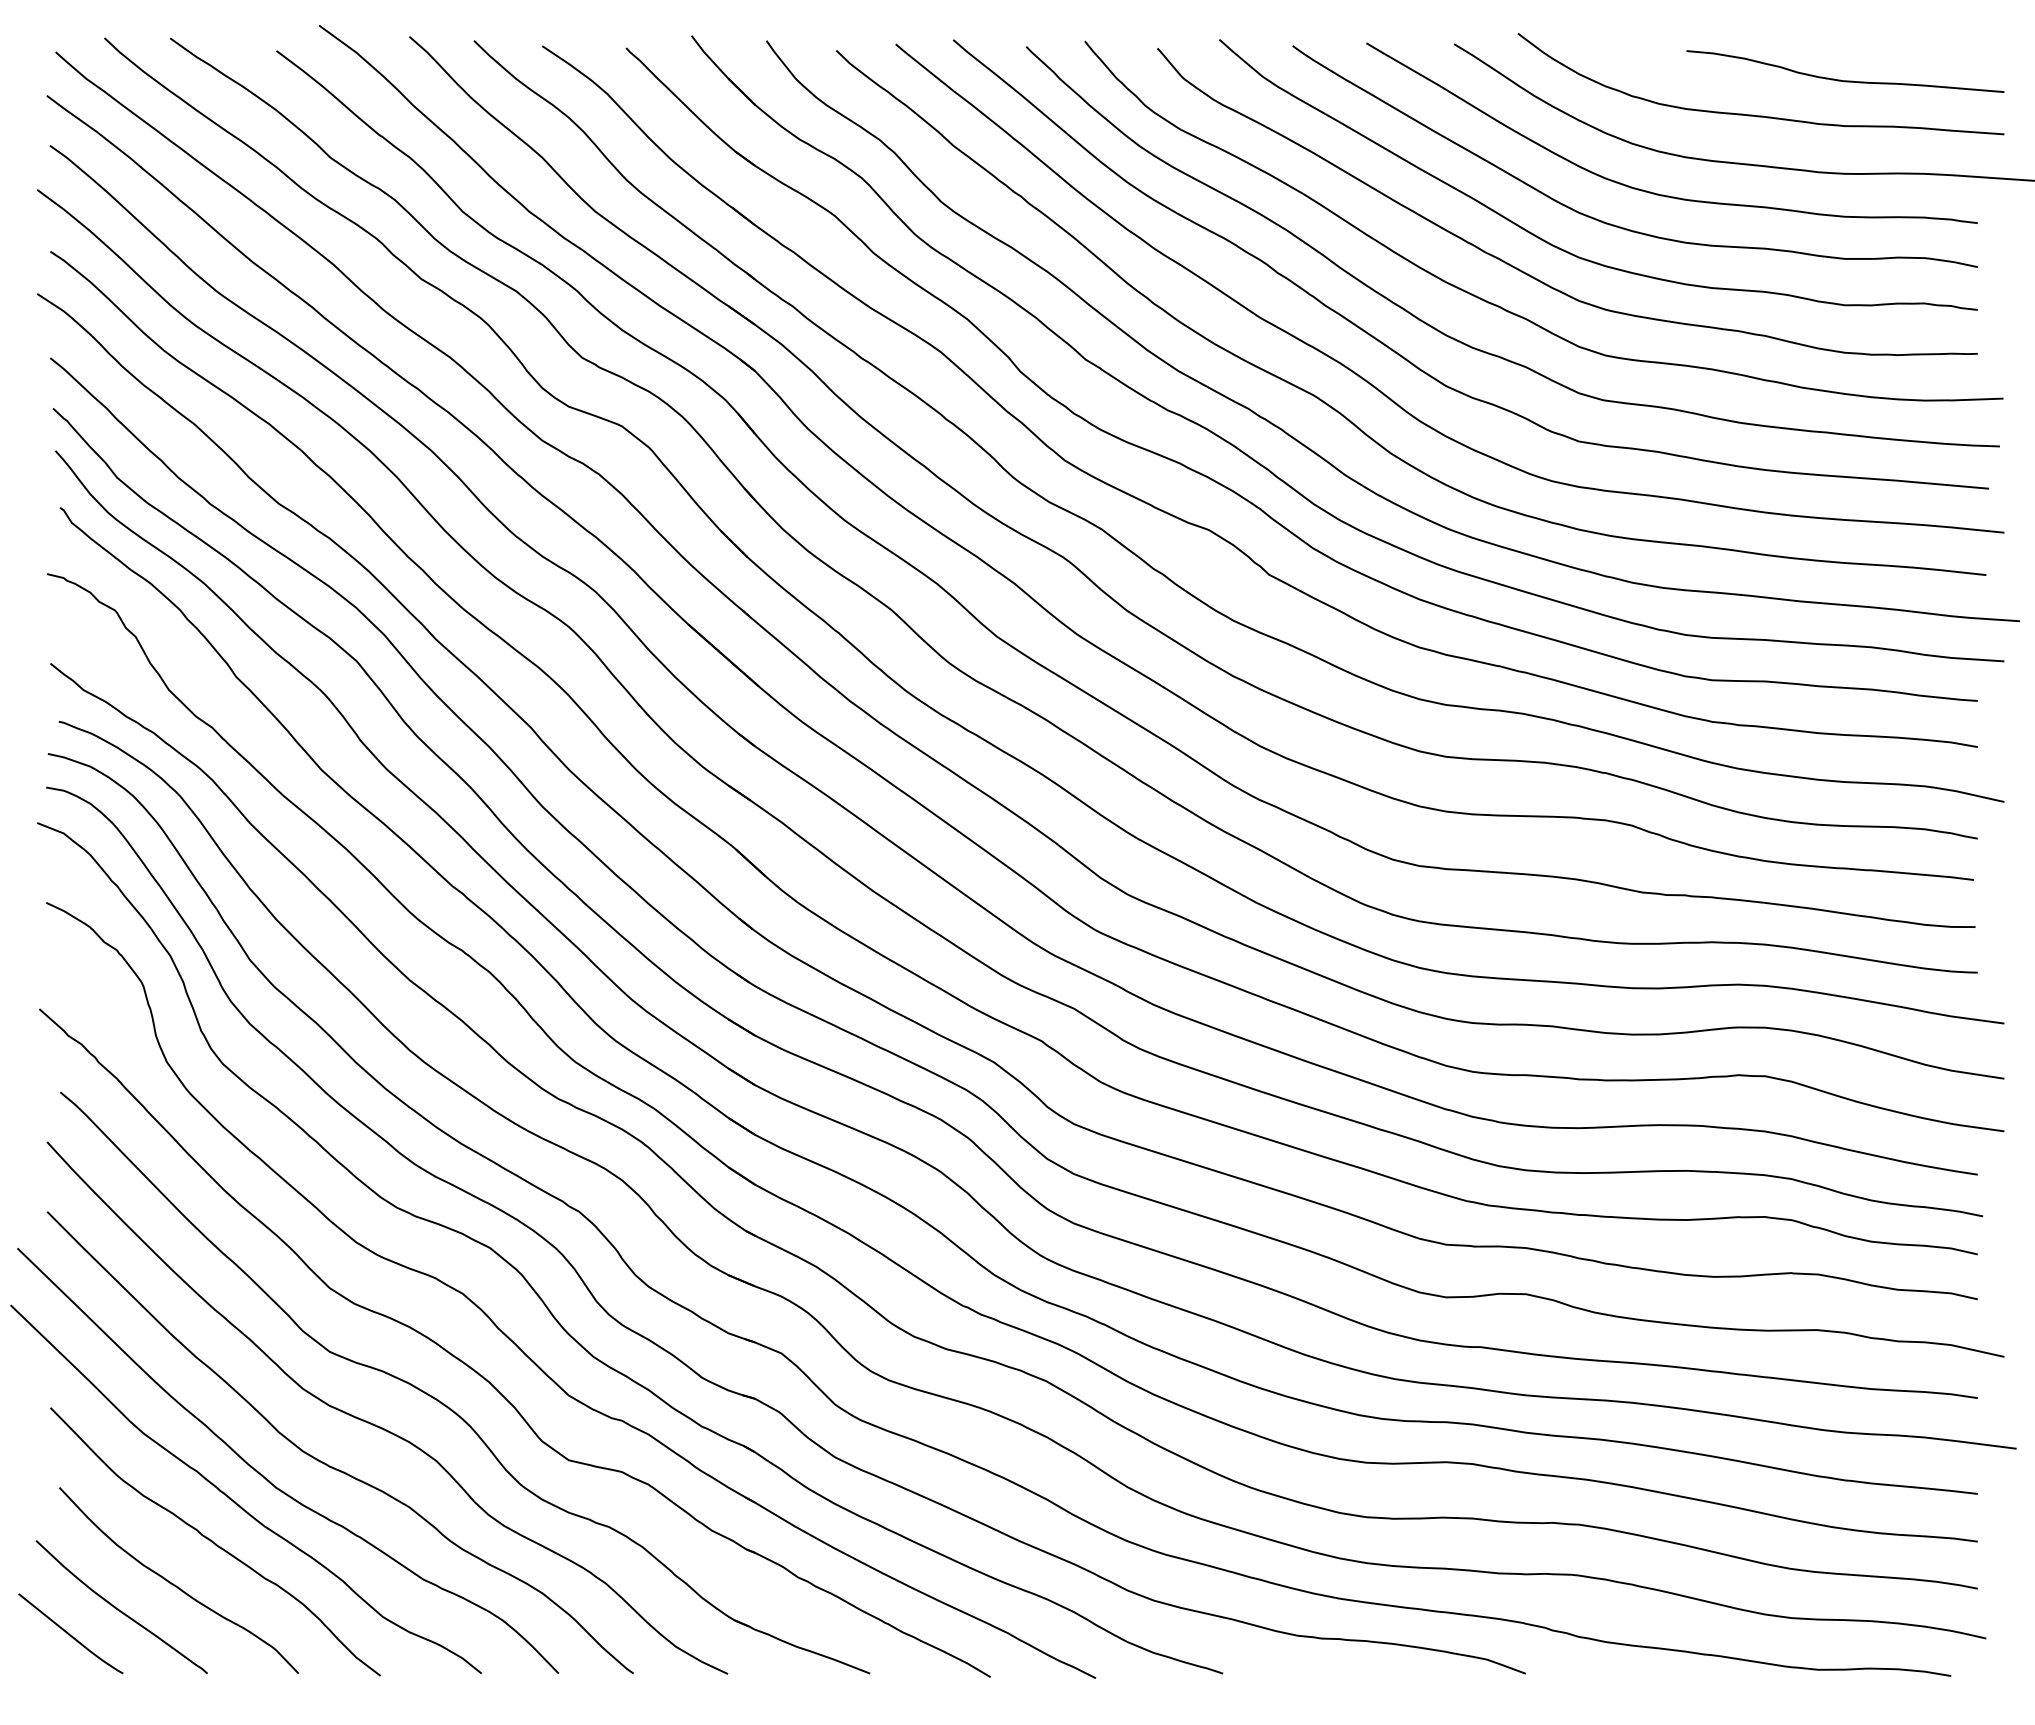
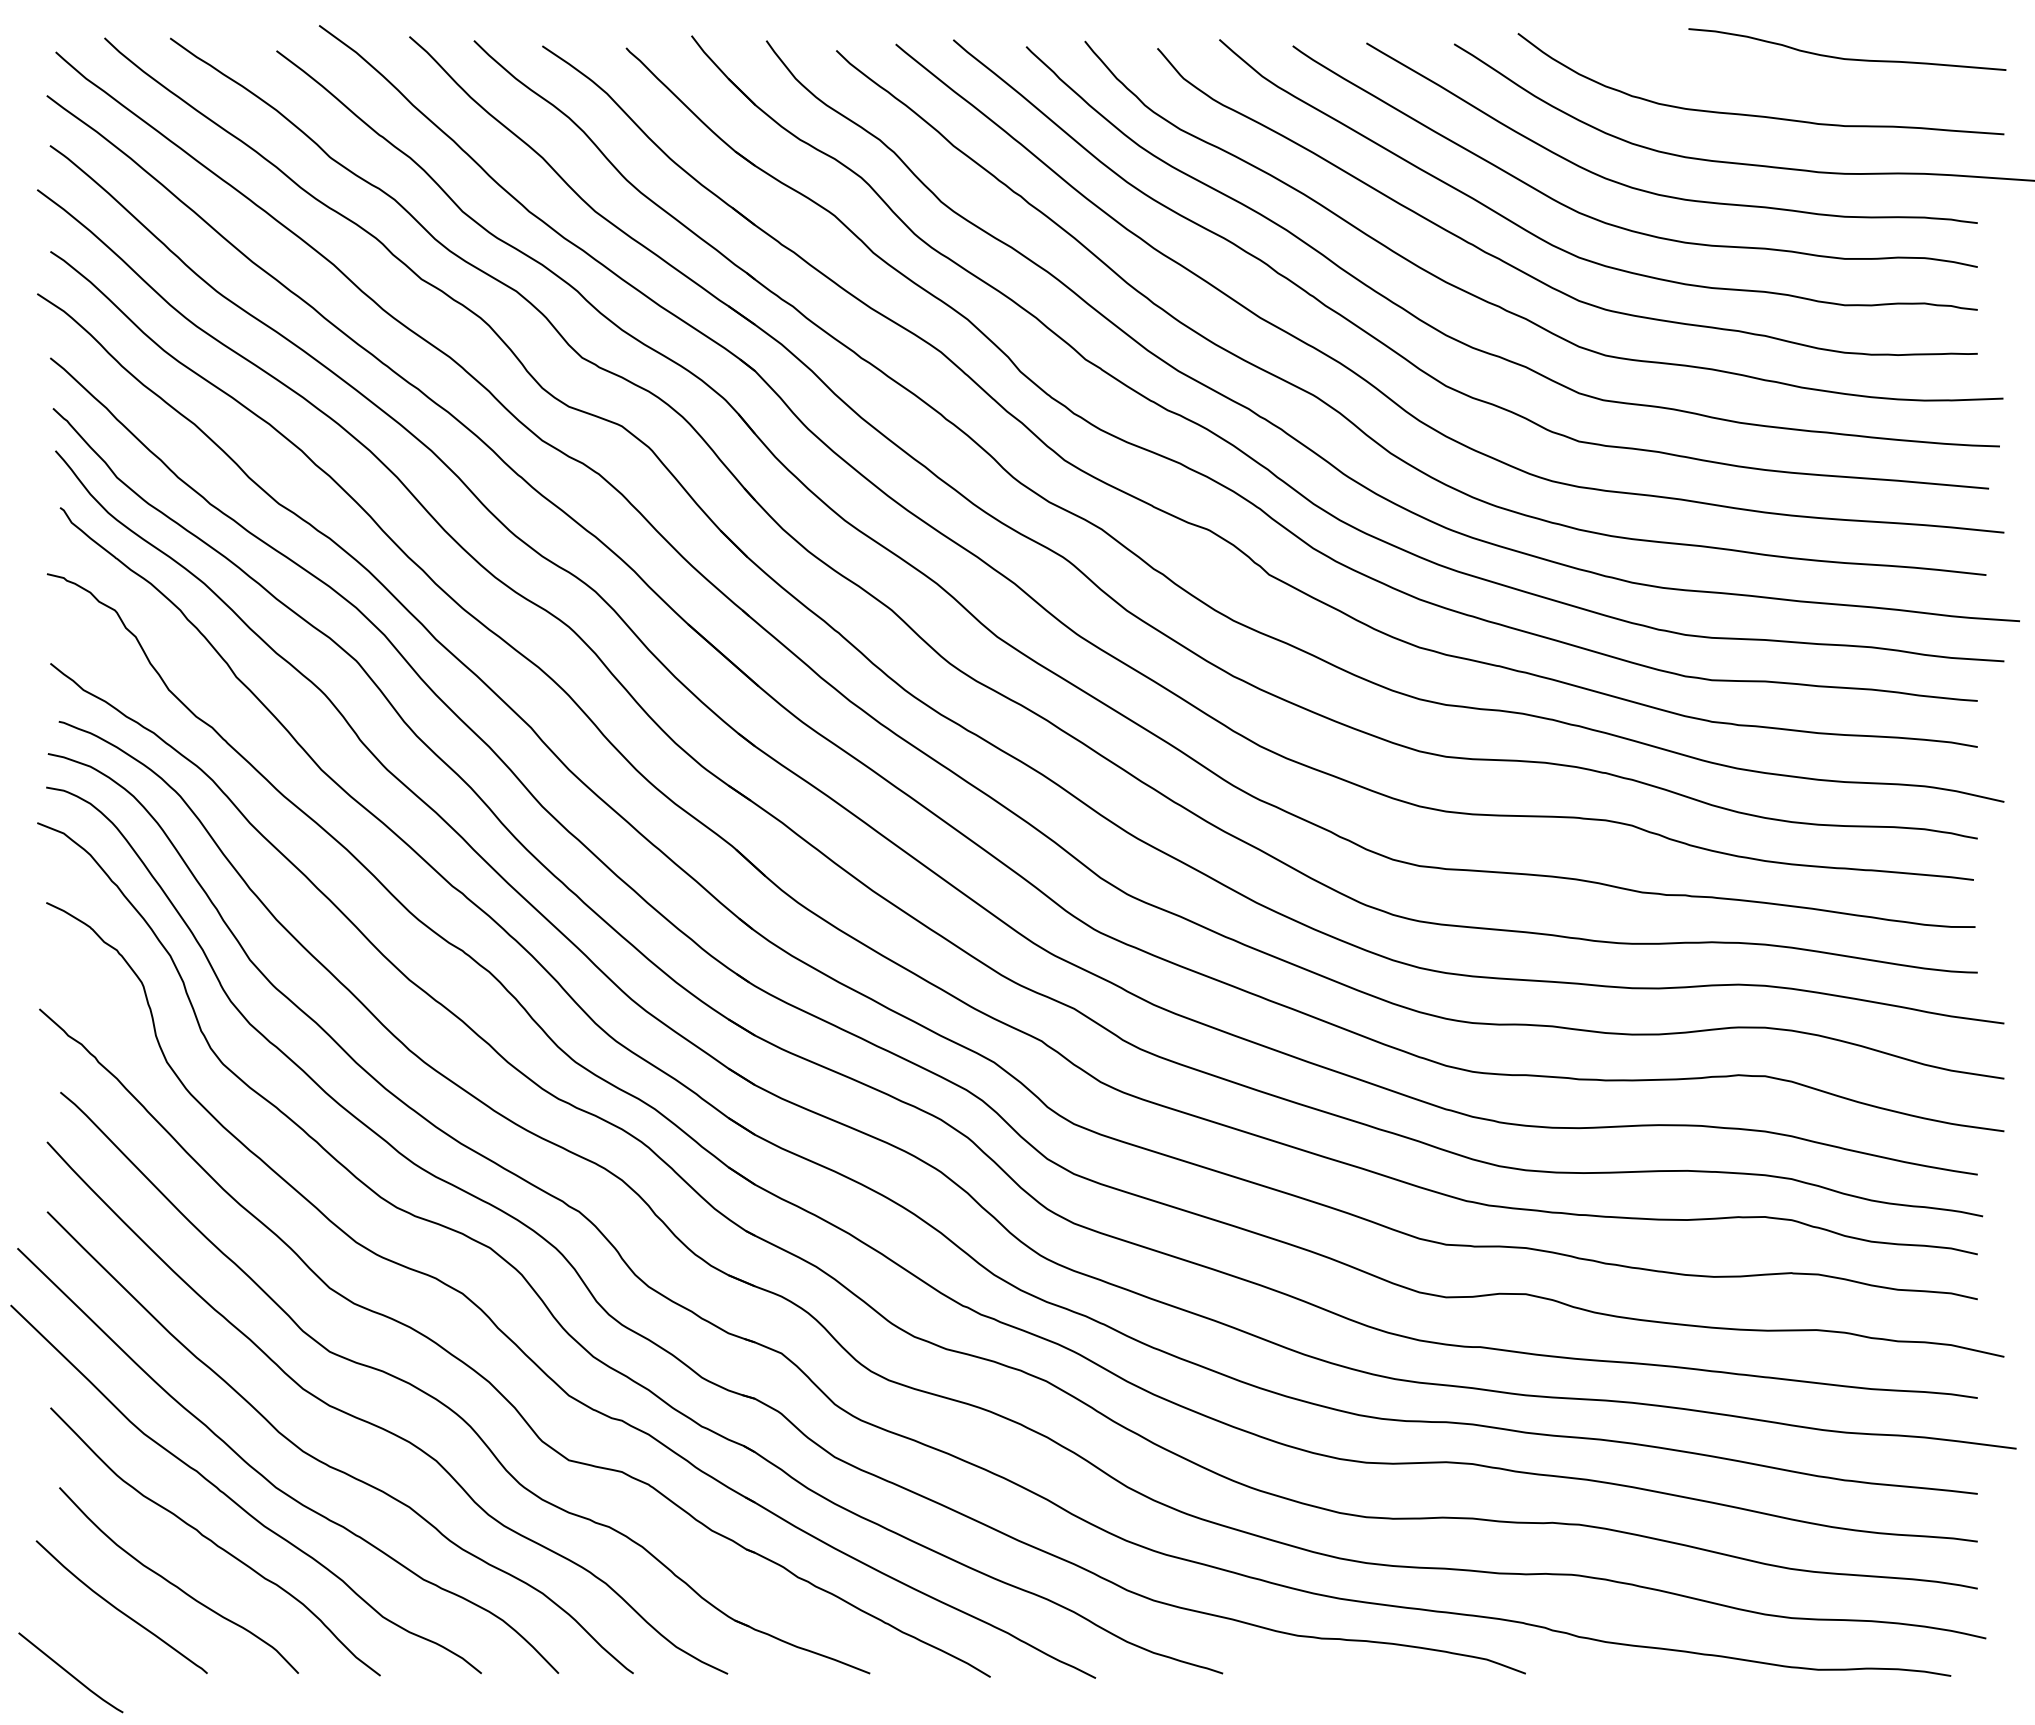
curve at (1845, 80) position: (1845, 80) -> (1847, 58)
line at (69, 1633) position: (69, 1633) -> (69, 1672)
